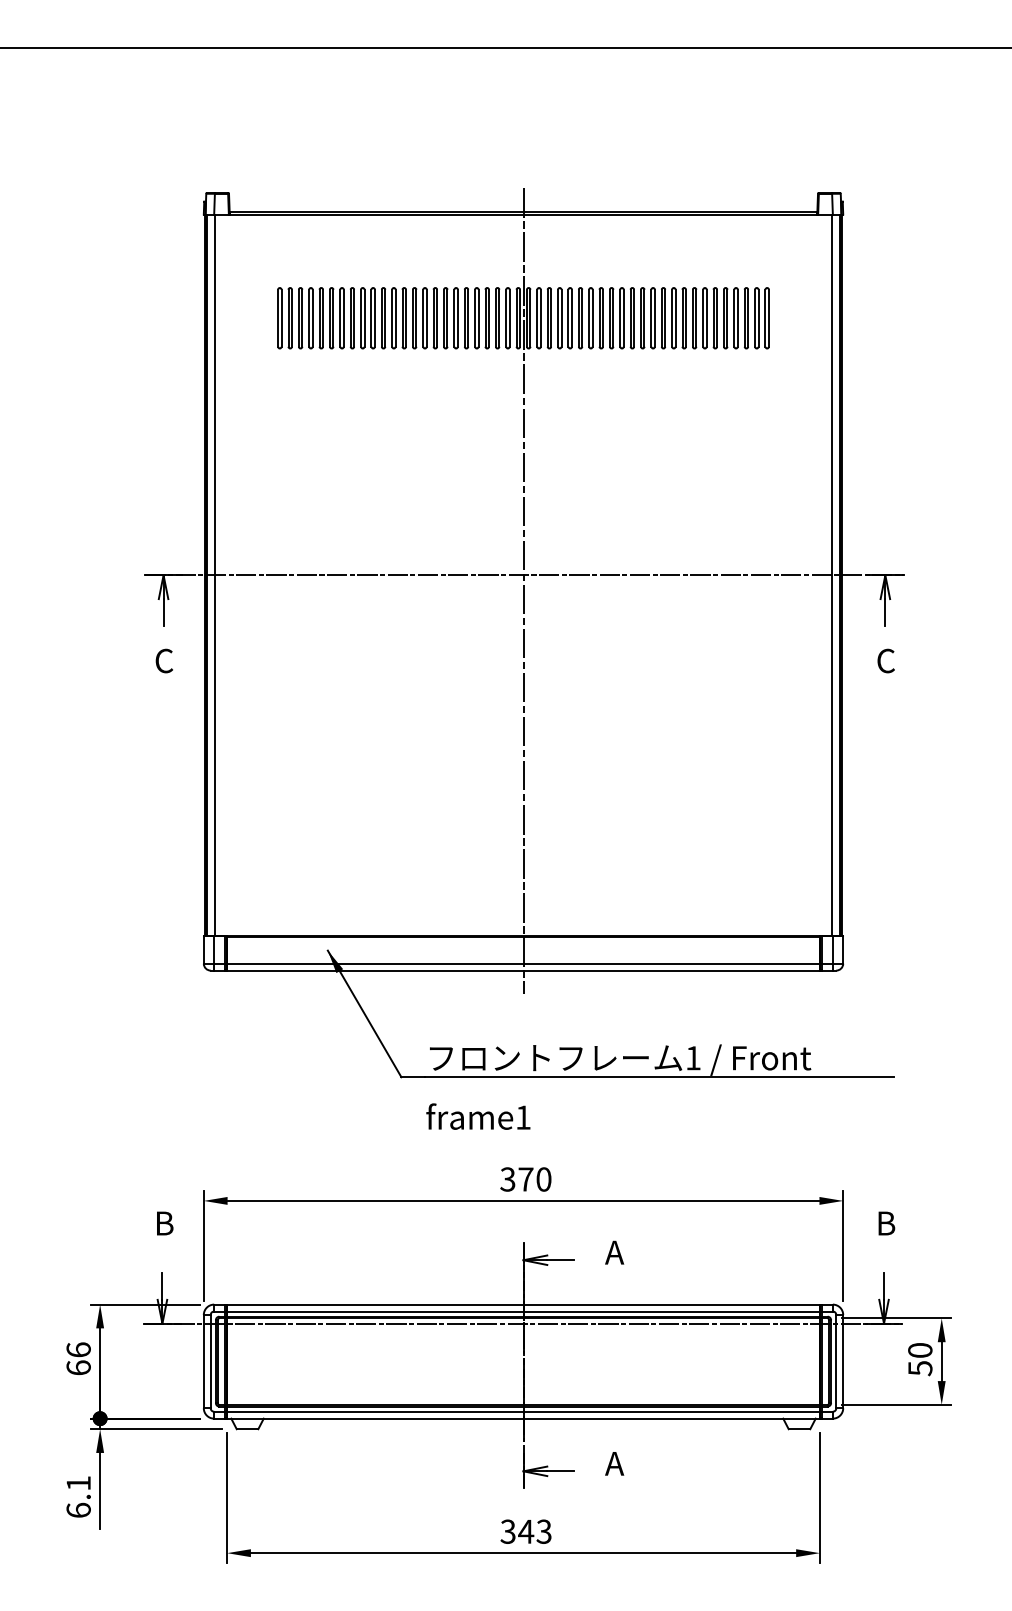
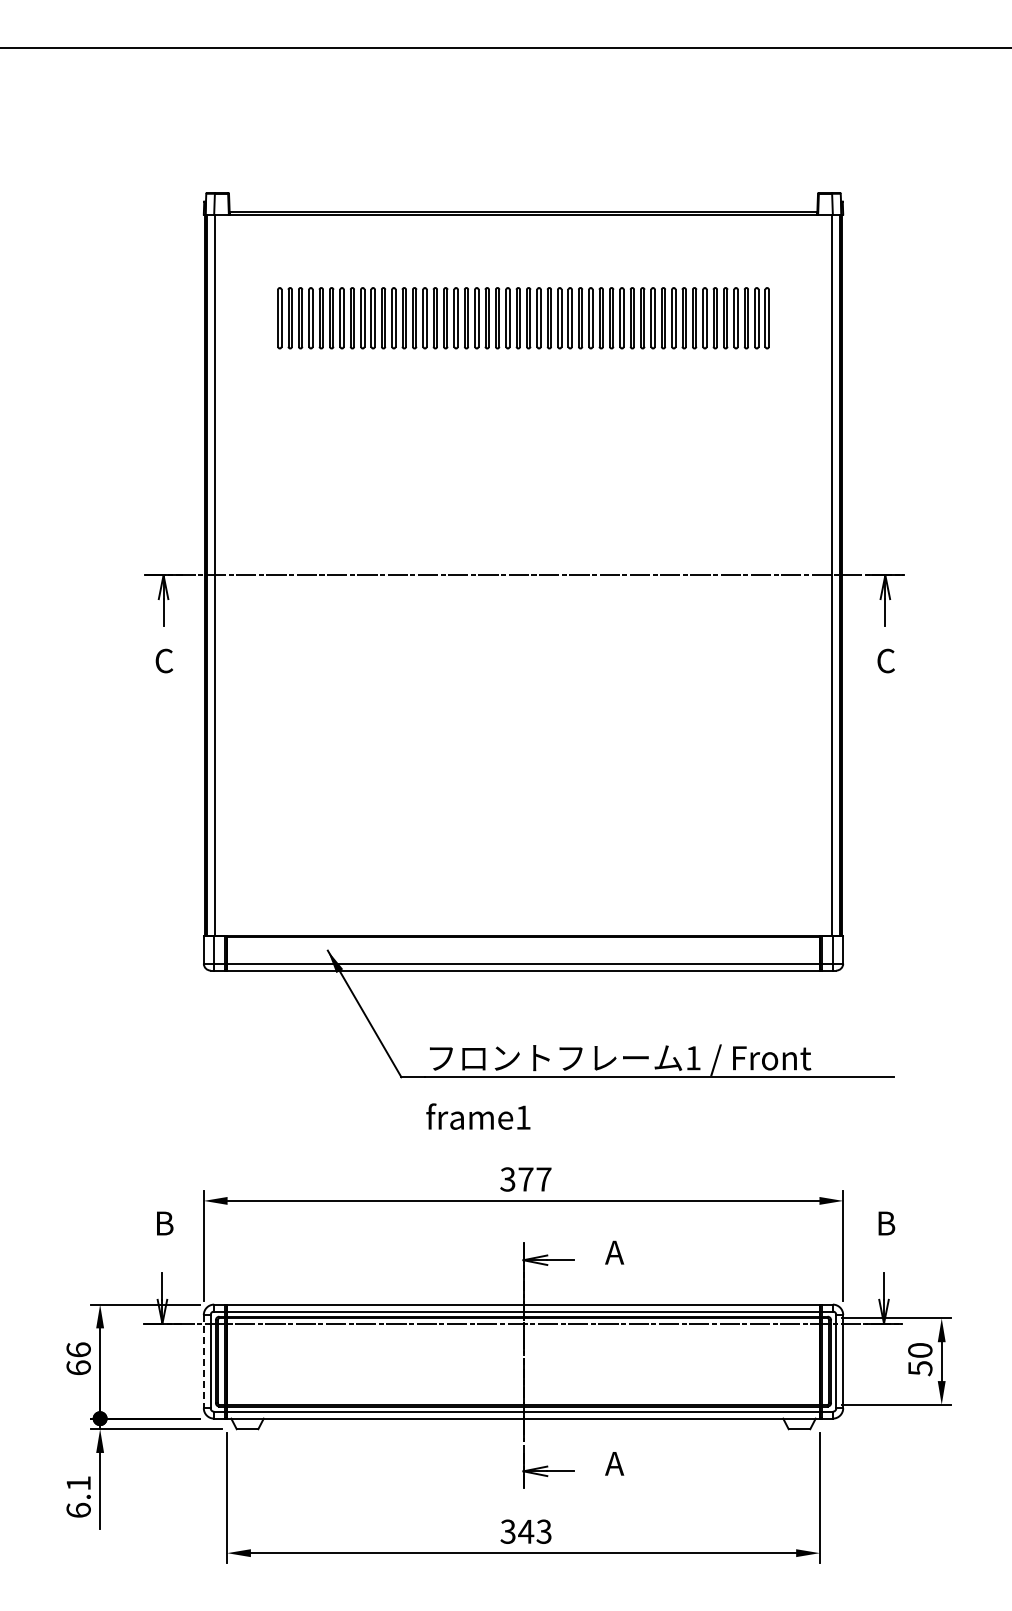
line at (523, 591): present -> none
text at (543, 1179): 370 -> 377
line at (203, 1361): solid -> dashed
